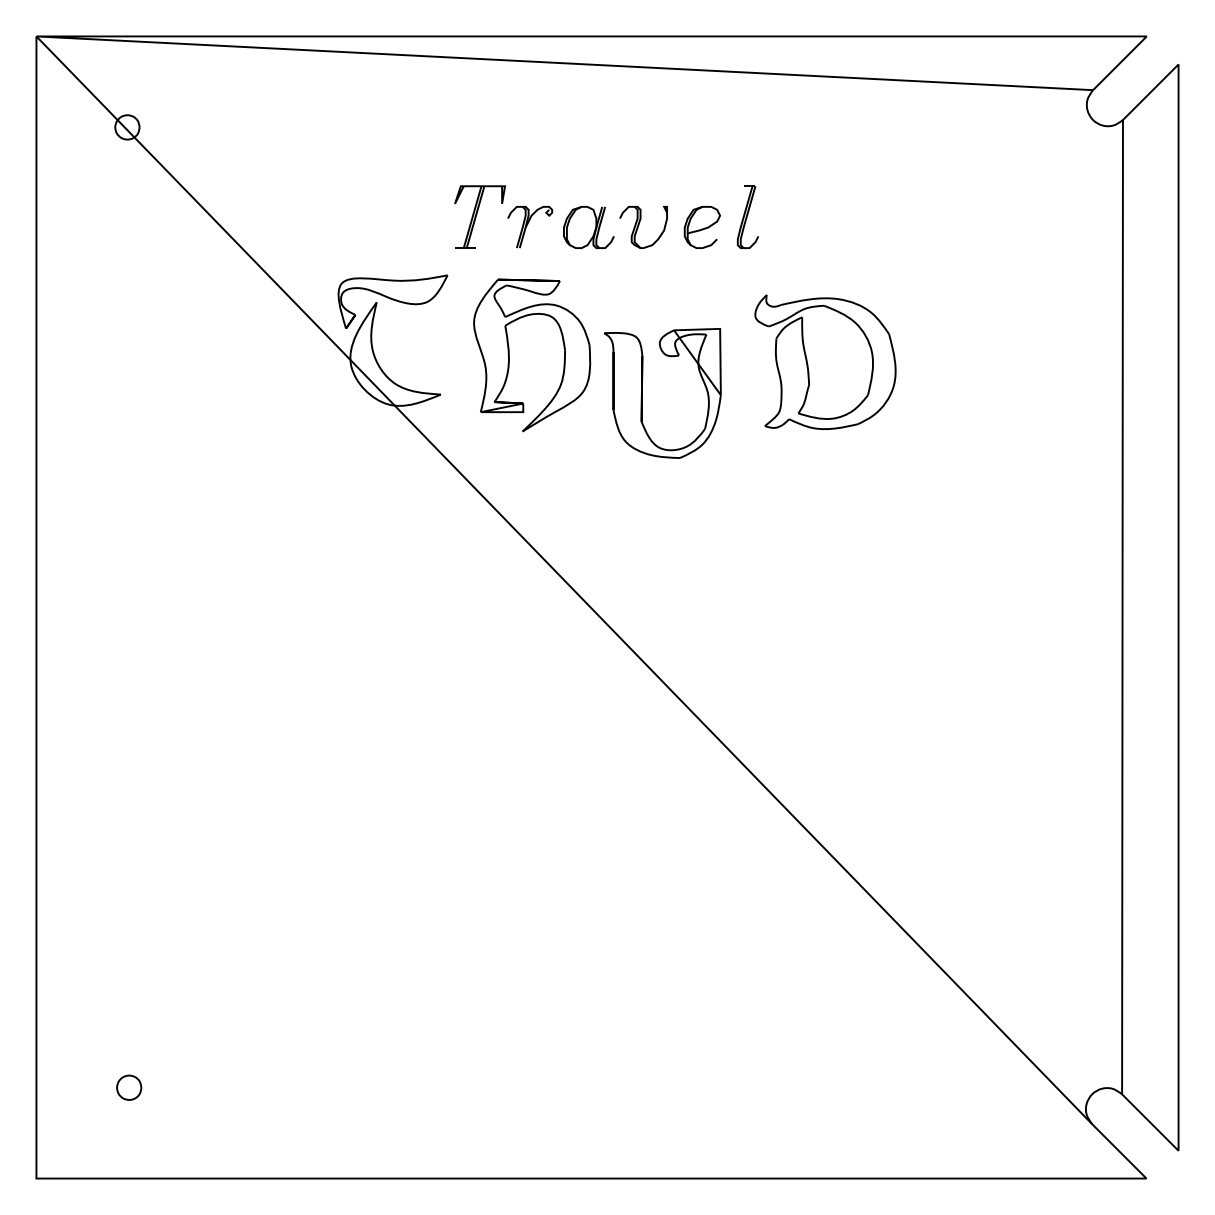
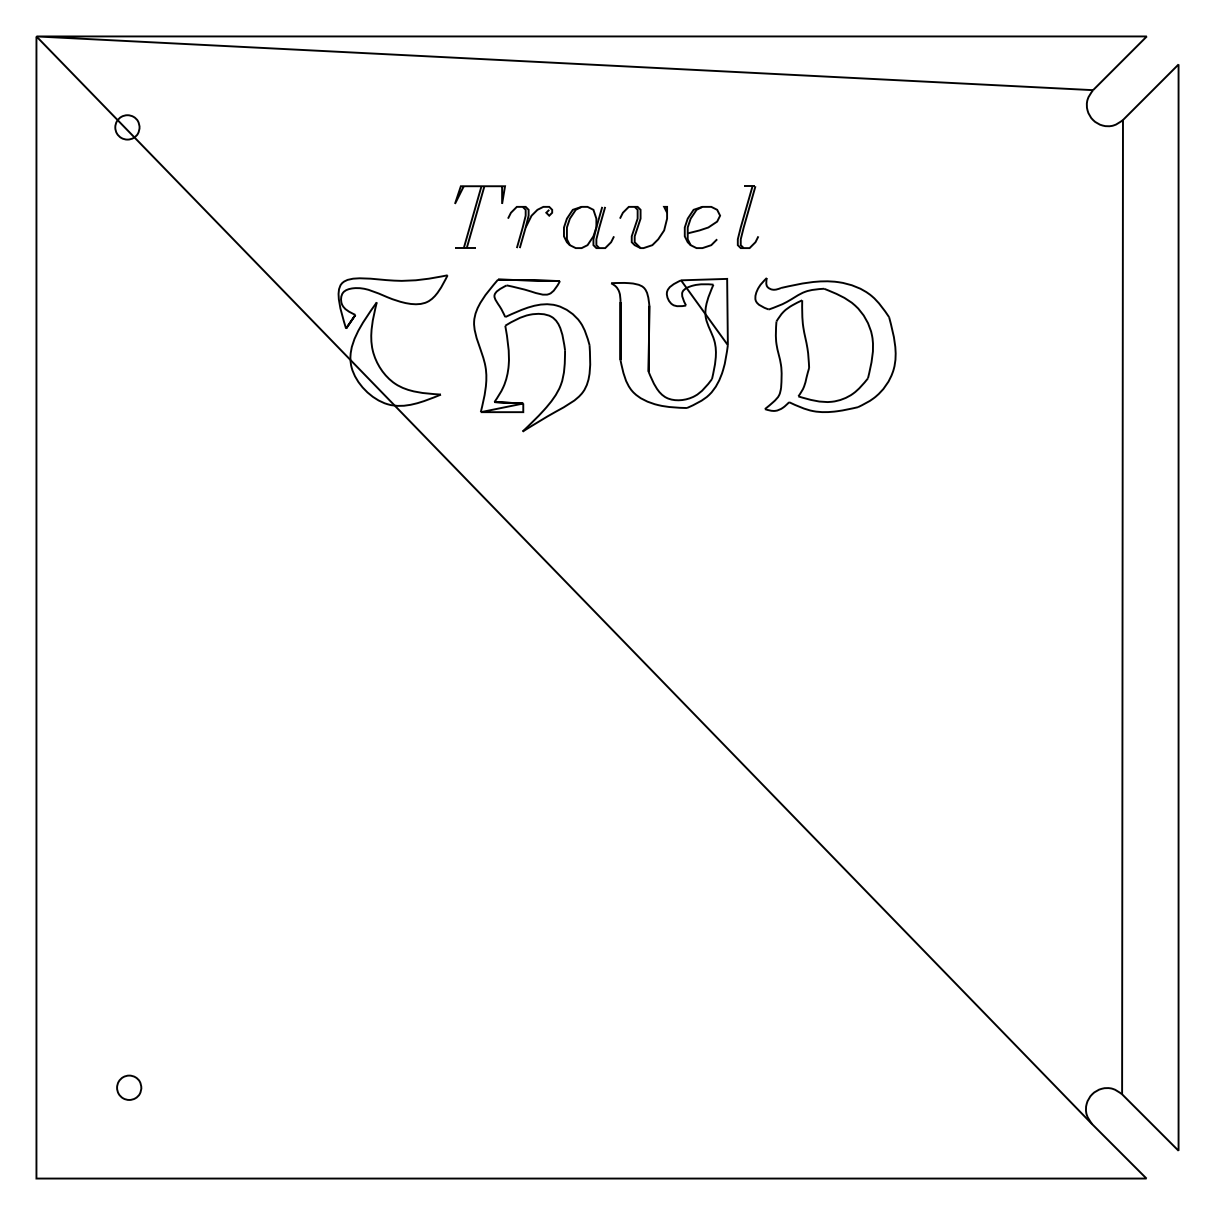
part at (808, 364) position: (808, 364) -> (808, 347)
part at (642, 393) position: (642, 393) -> (649, 343)
